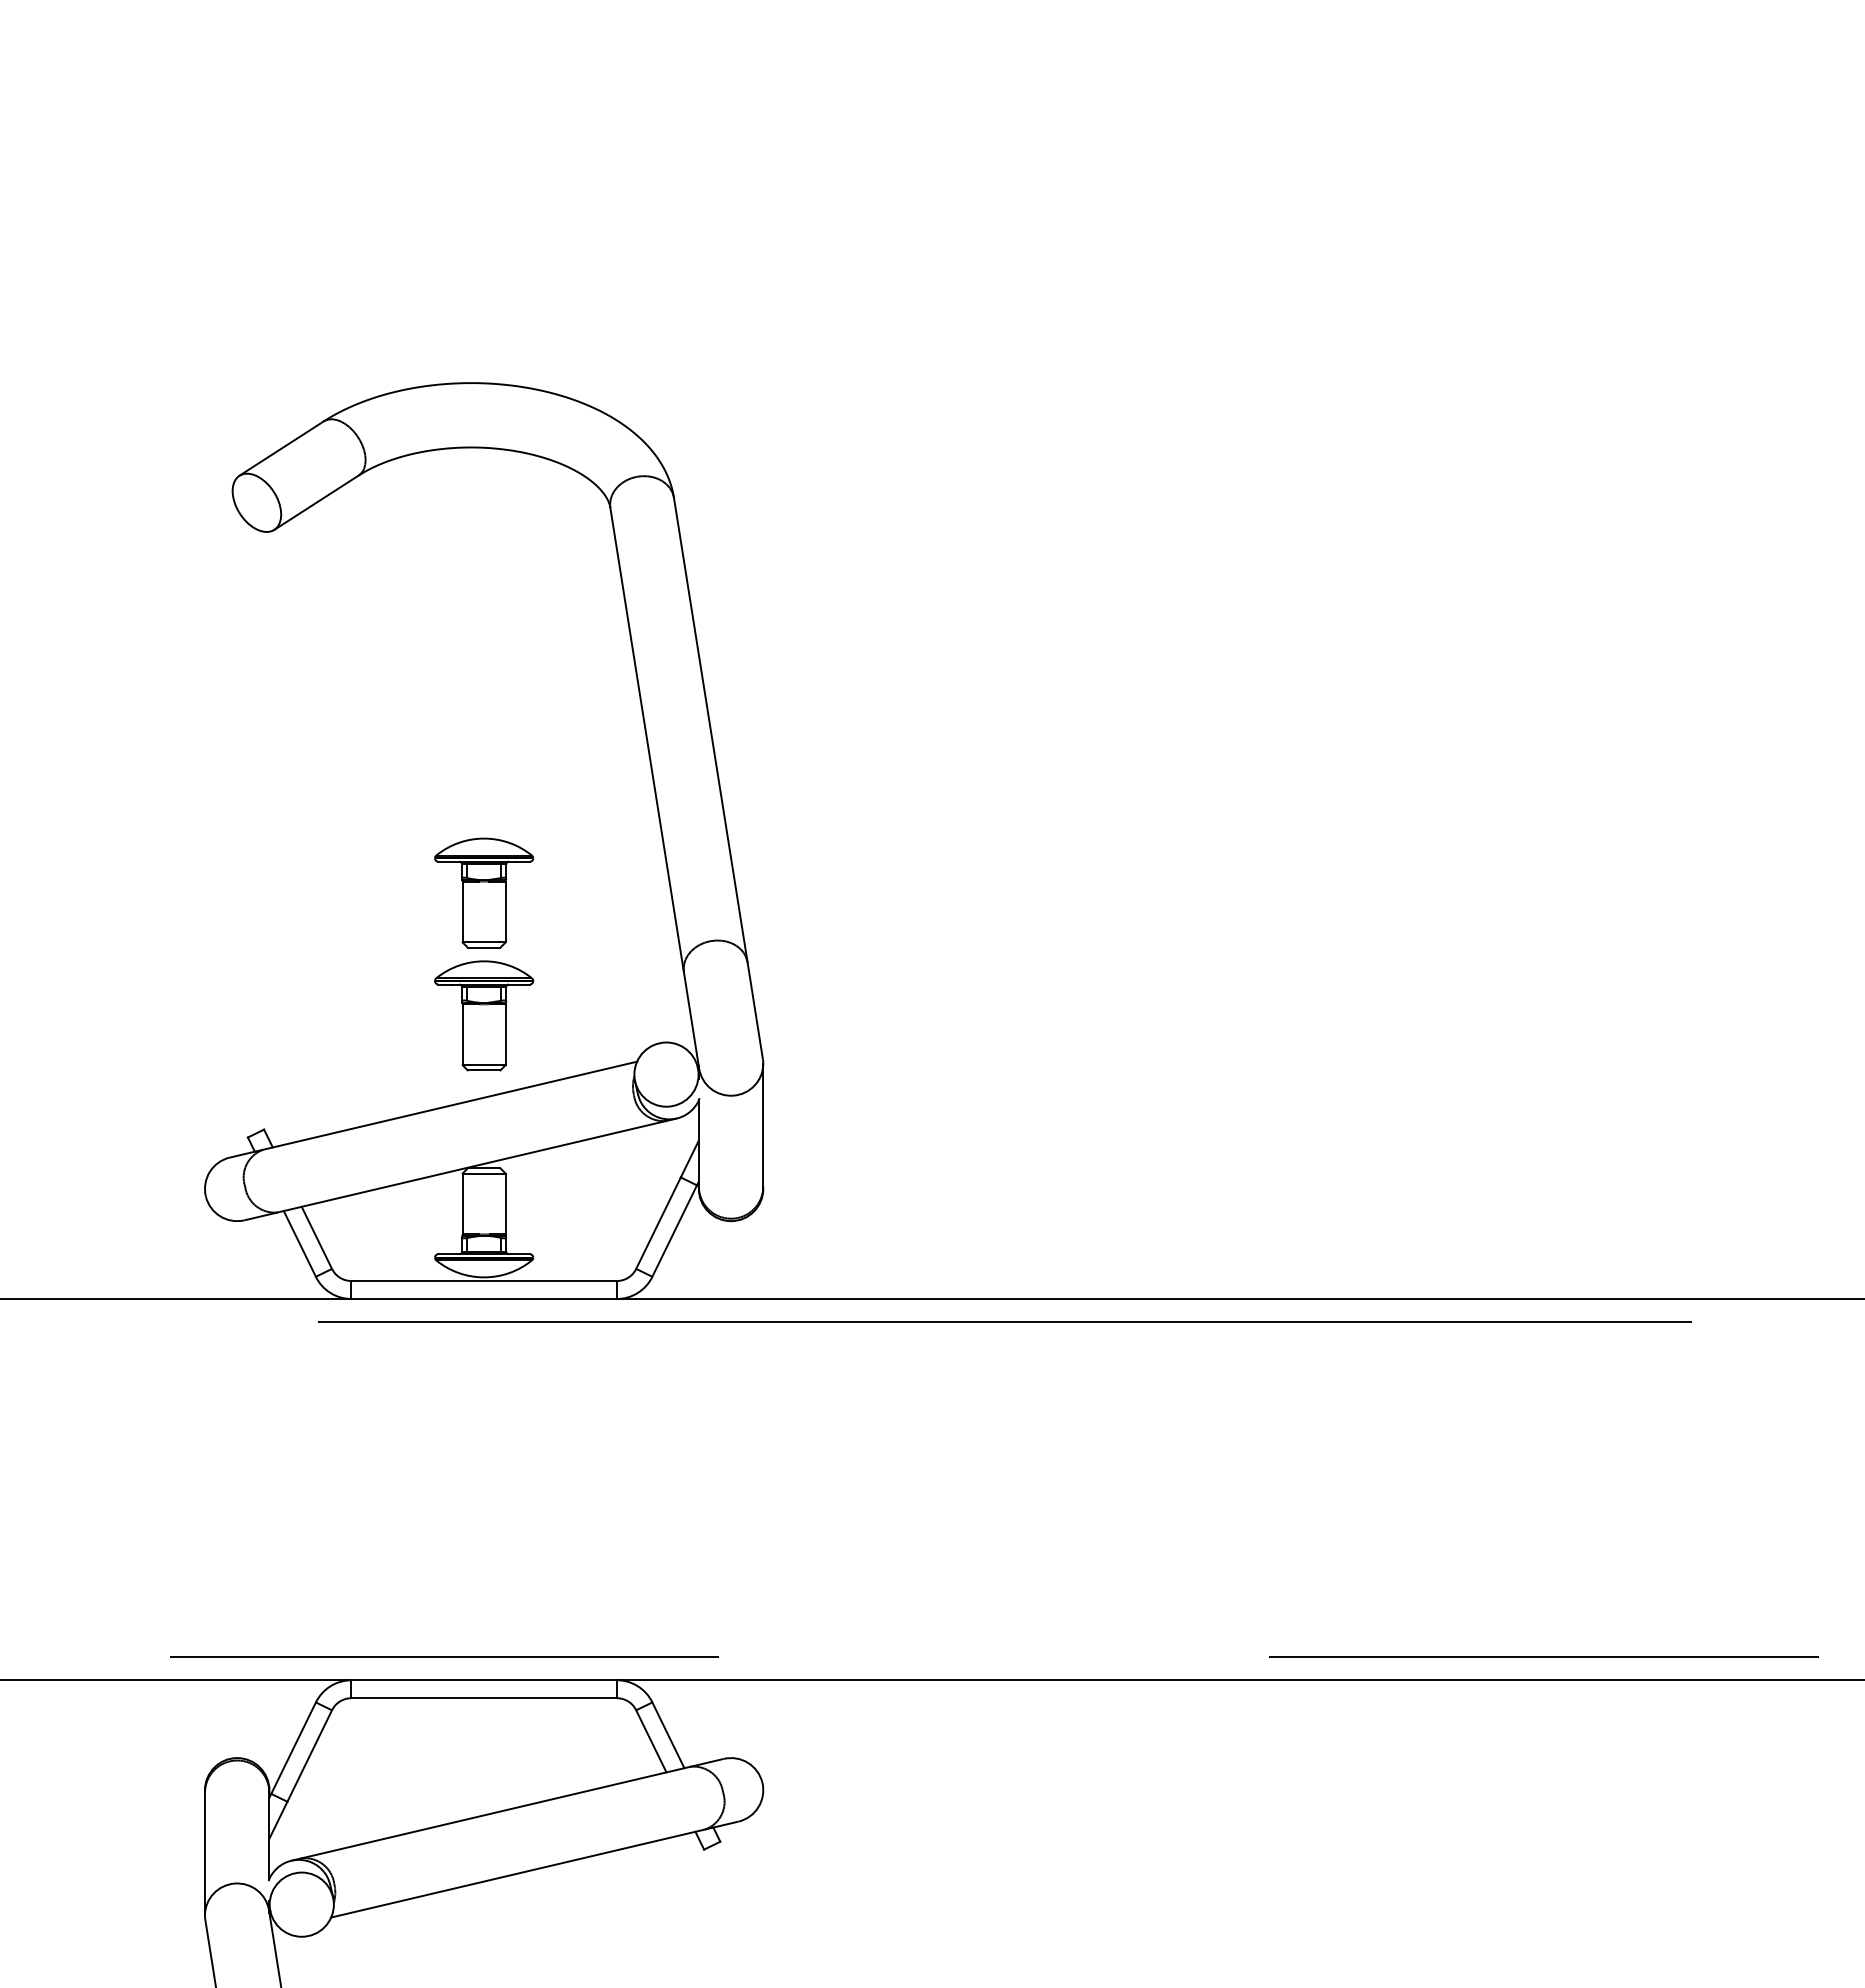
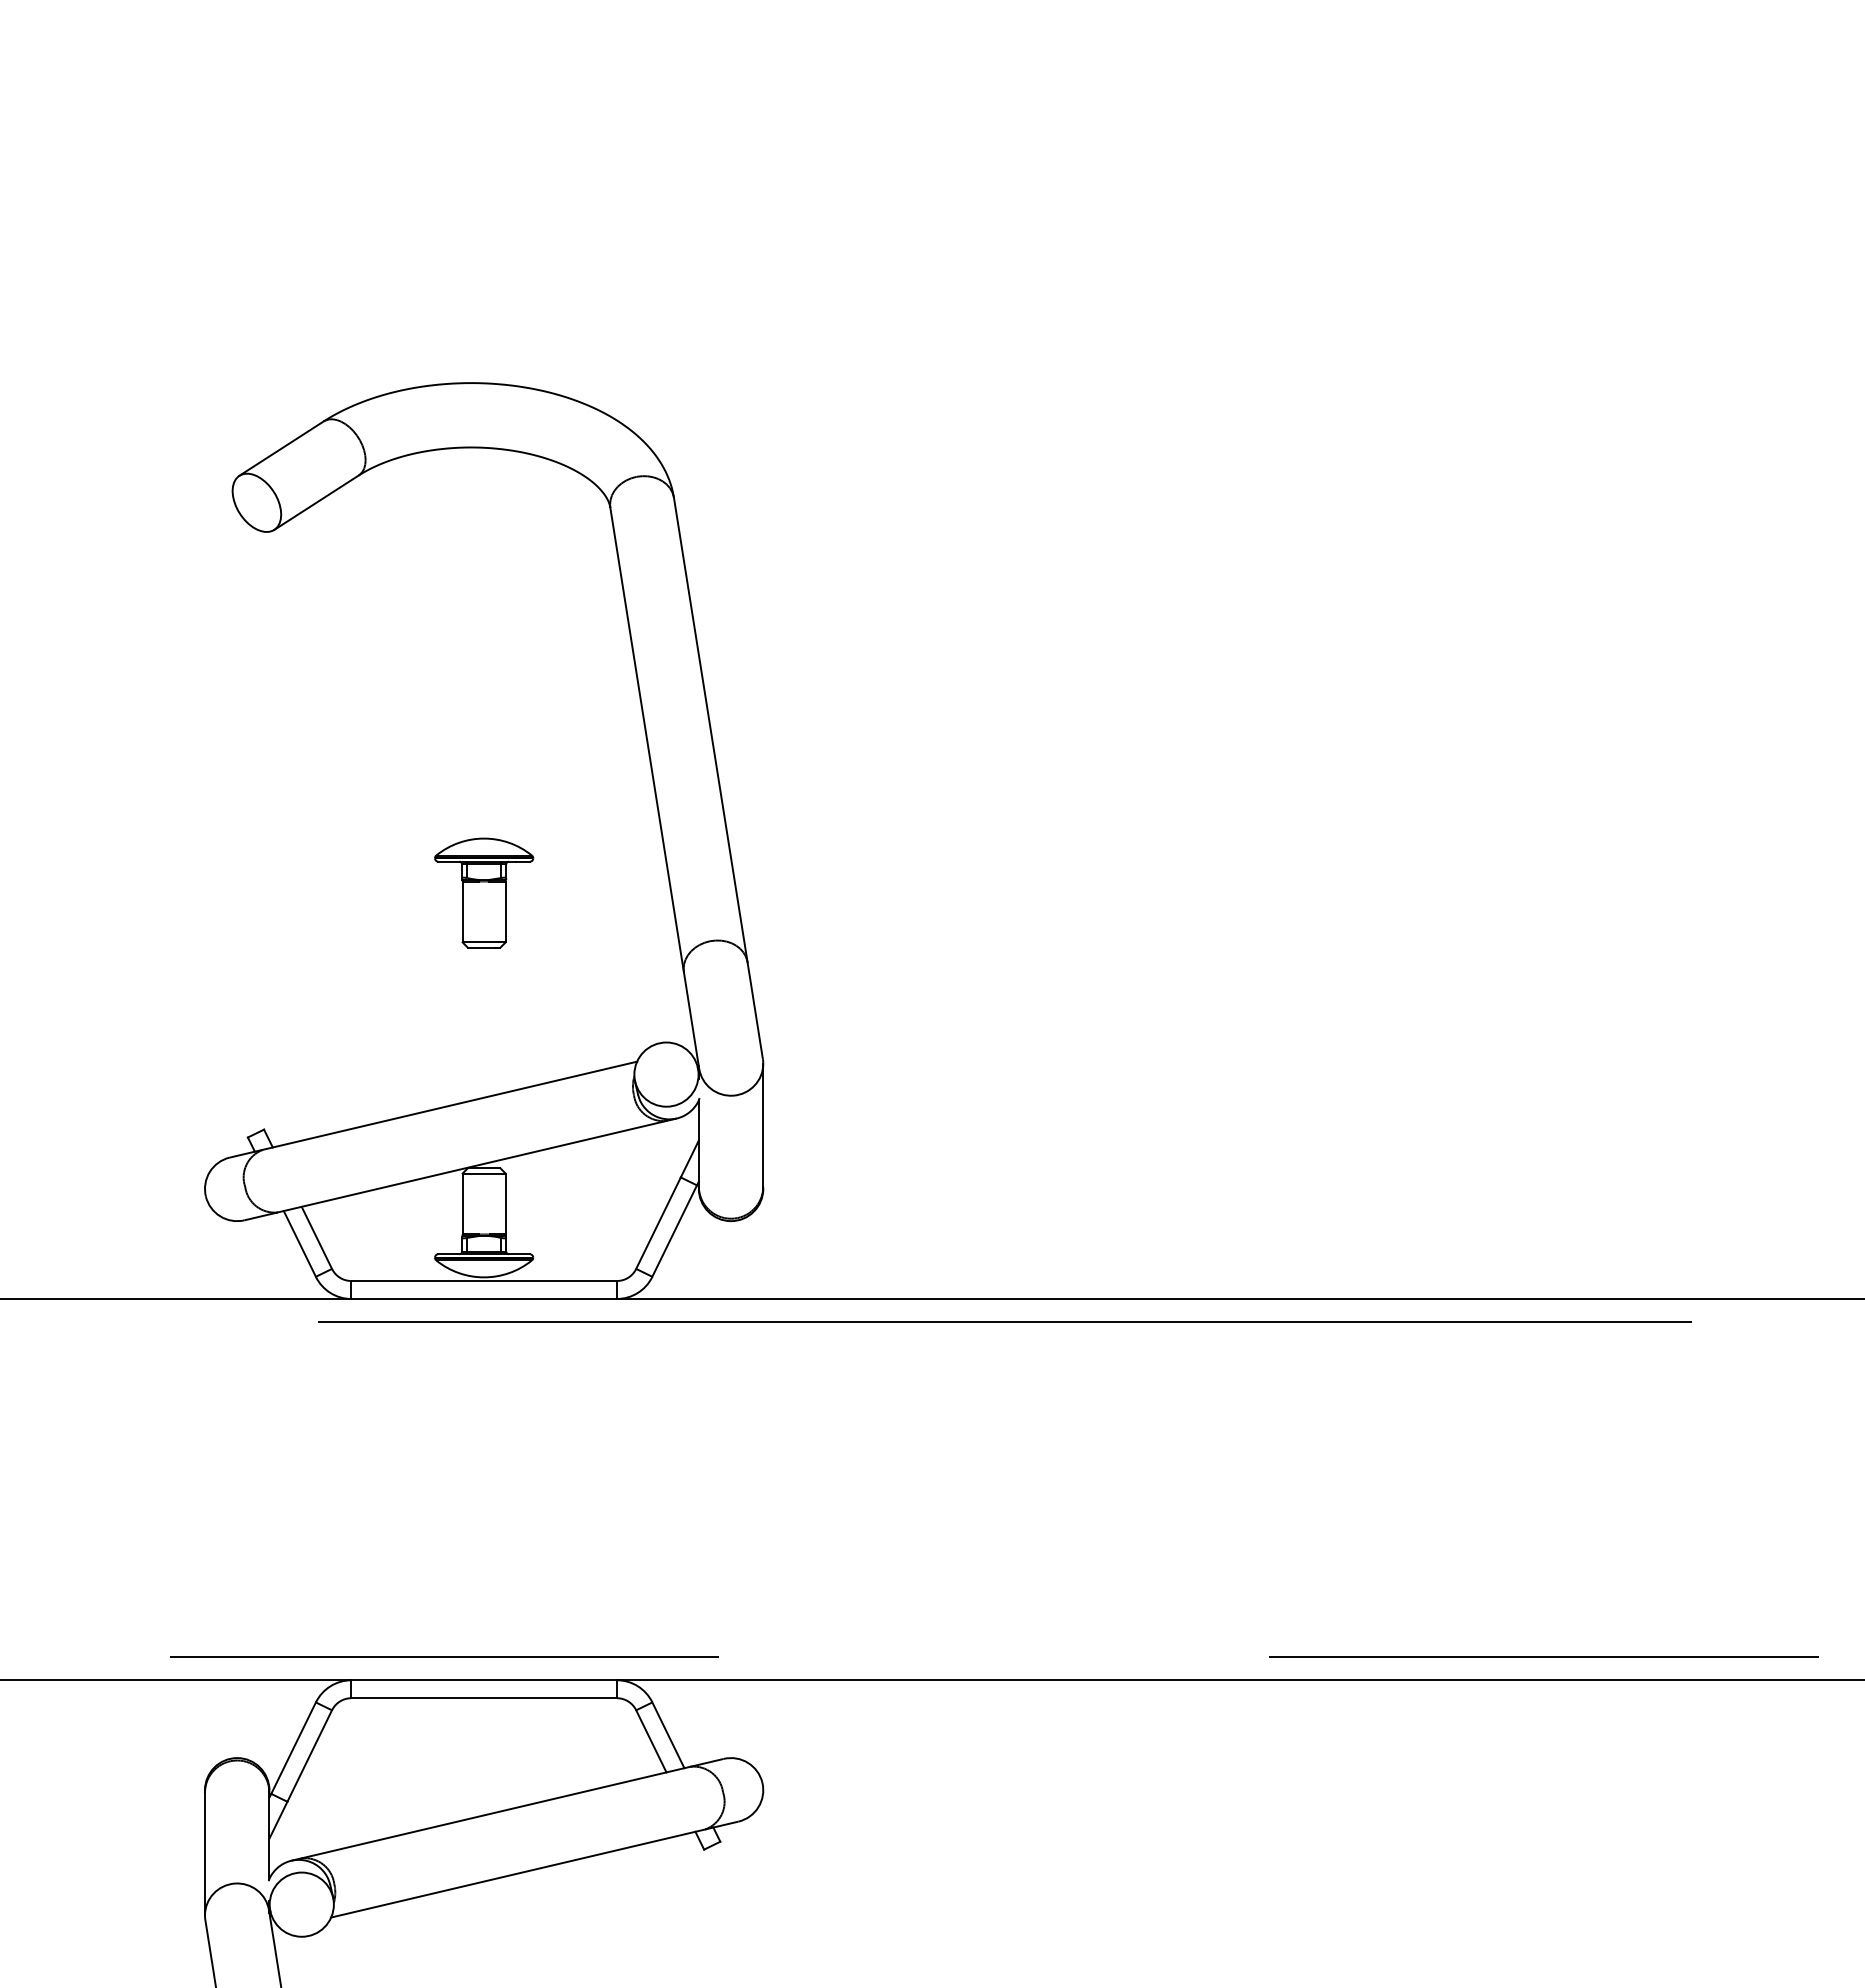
part at (484, 1015): present -> none
